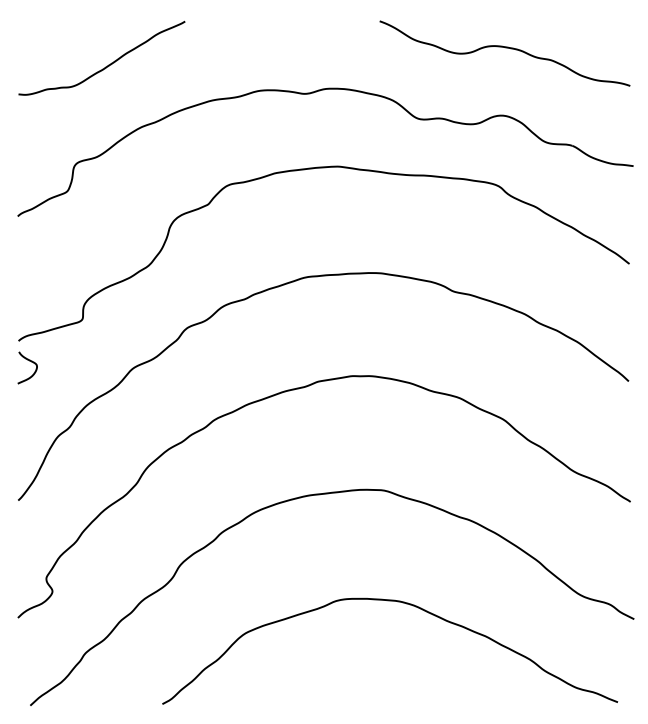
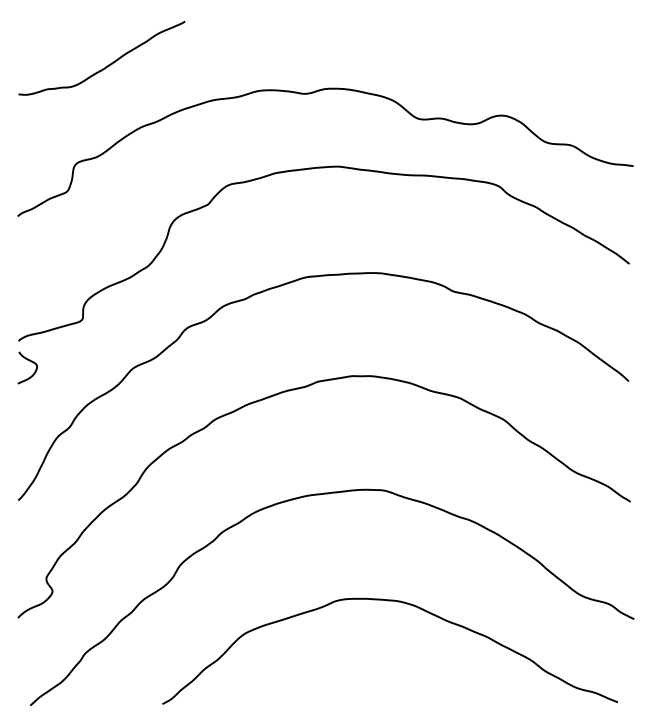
curve at (505, 48): present -> none
